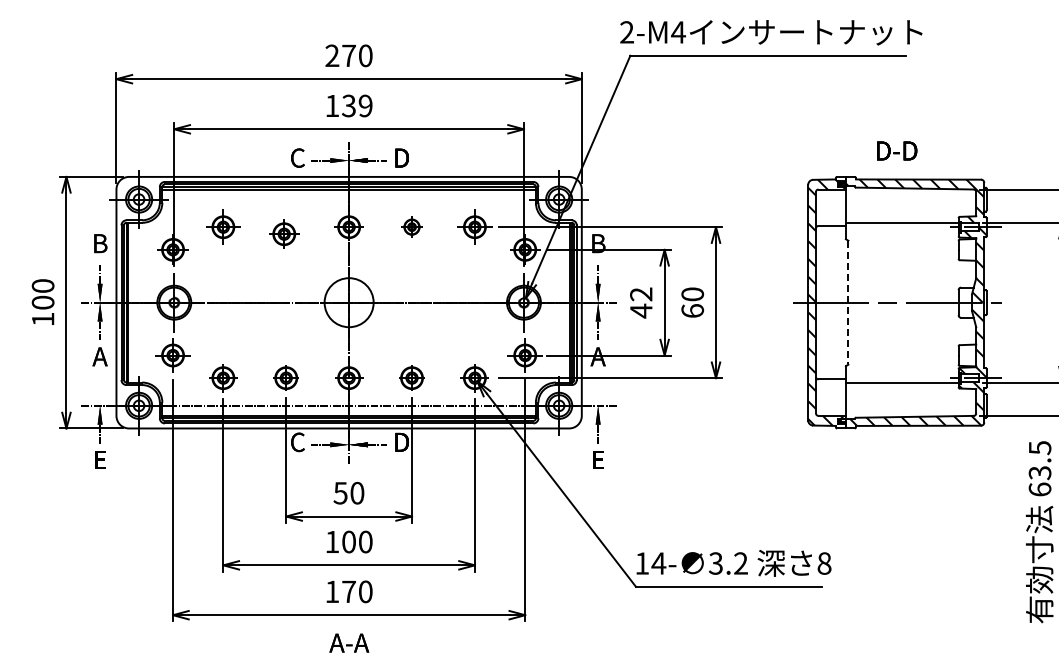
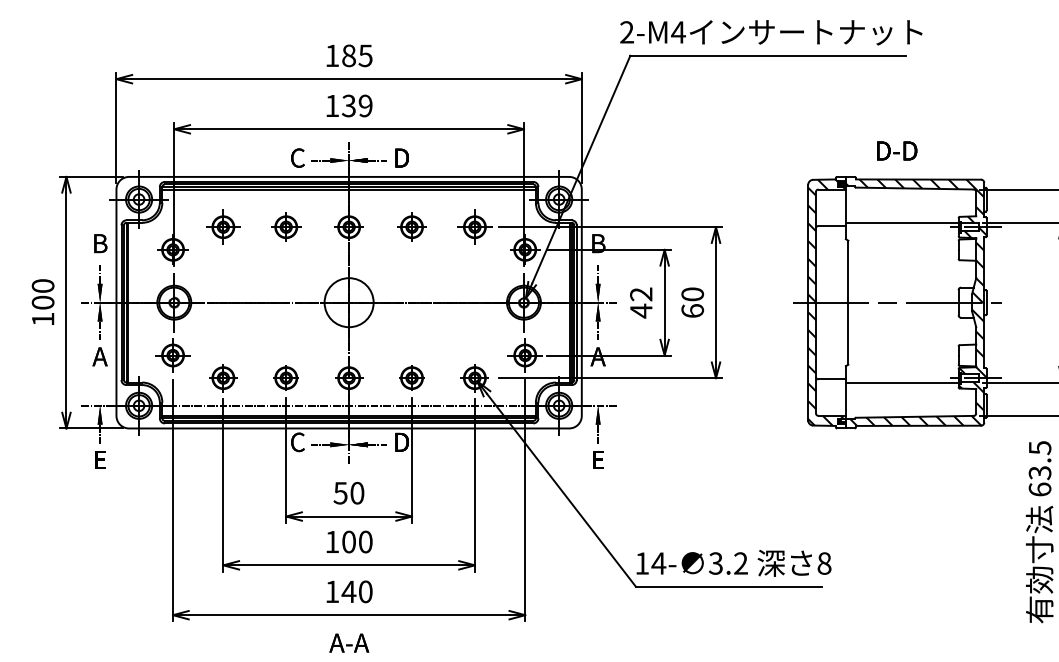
text at (348, 55): 270 -> 185
part at (411, 226) size: 22x22 px -> 30x30 px
part at (284, 233) position: (284, 233) -> (286, 226)
line at (848, 302): dashed -> solid
text at (348, 591): 170 -> 140
